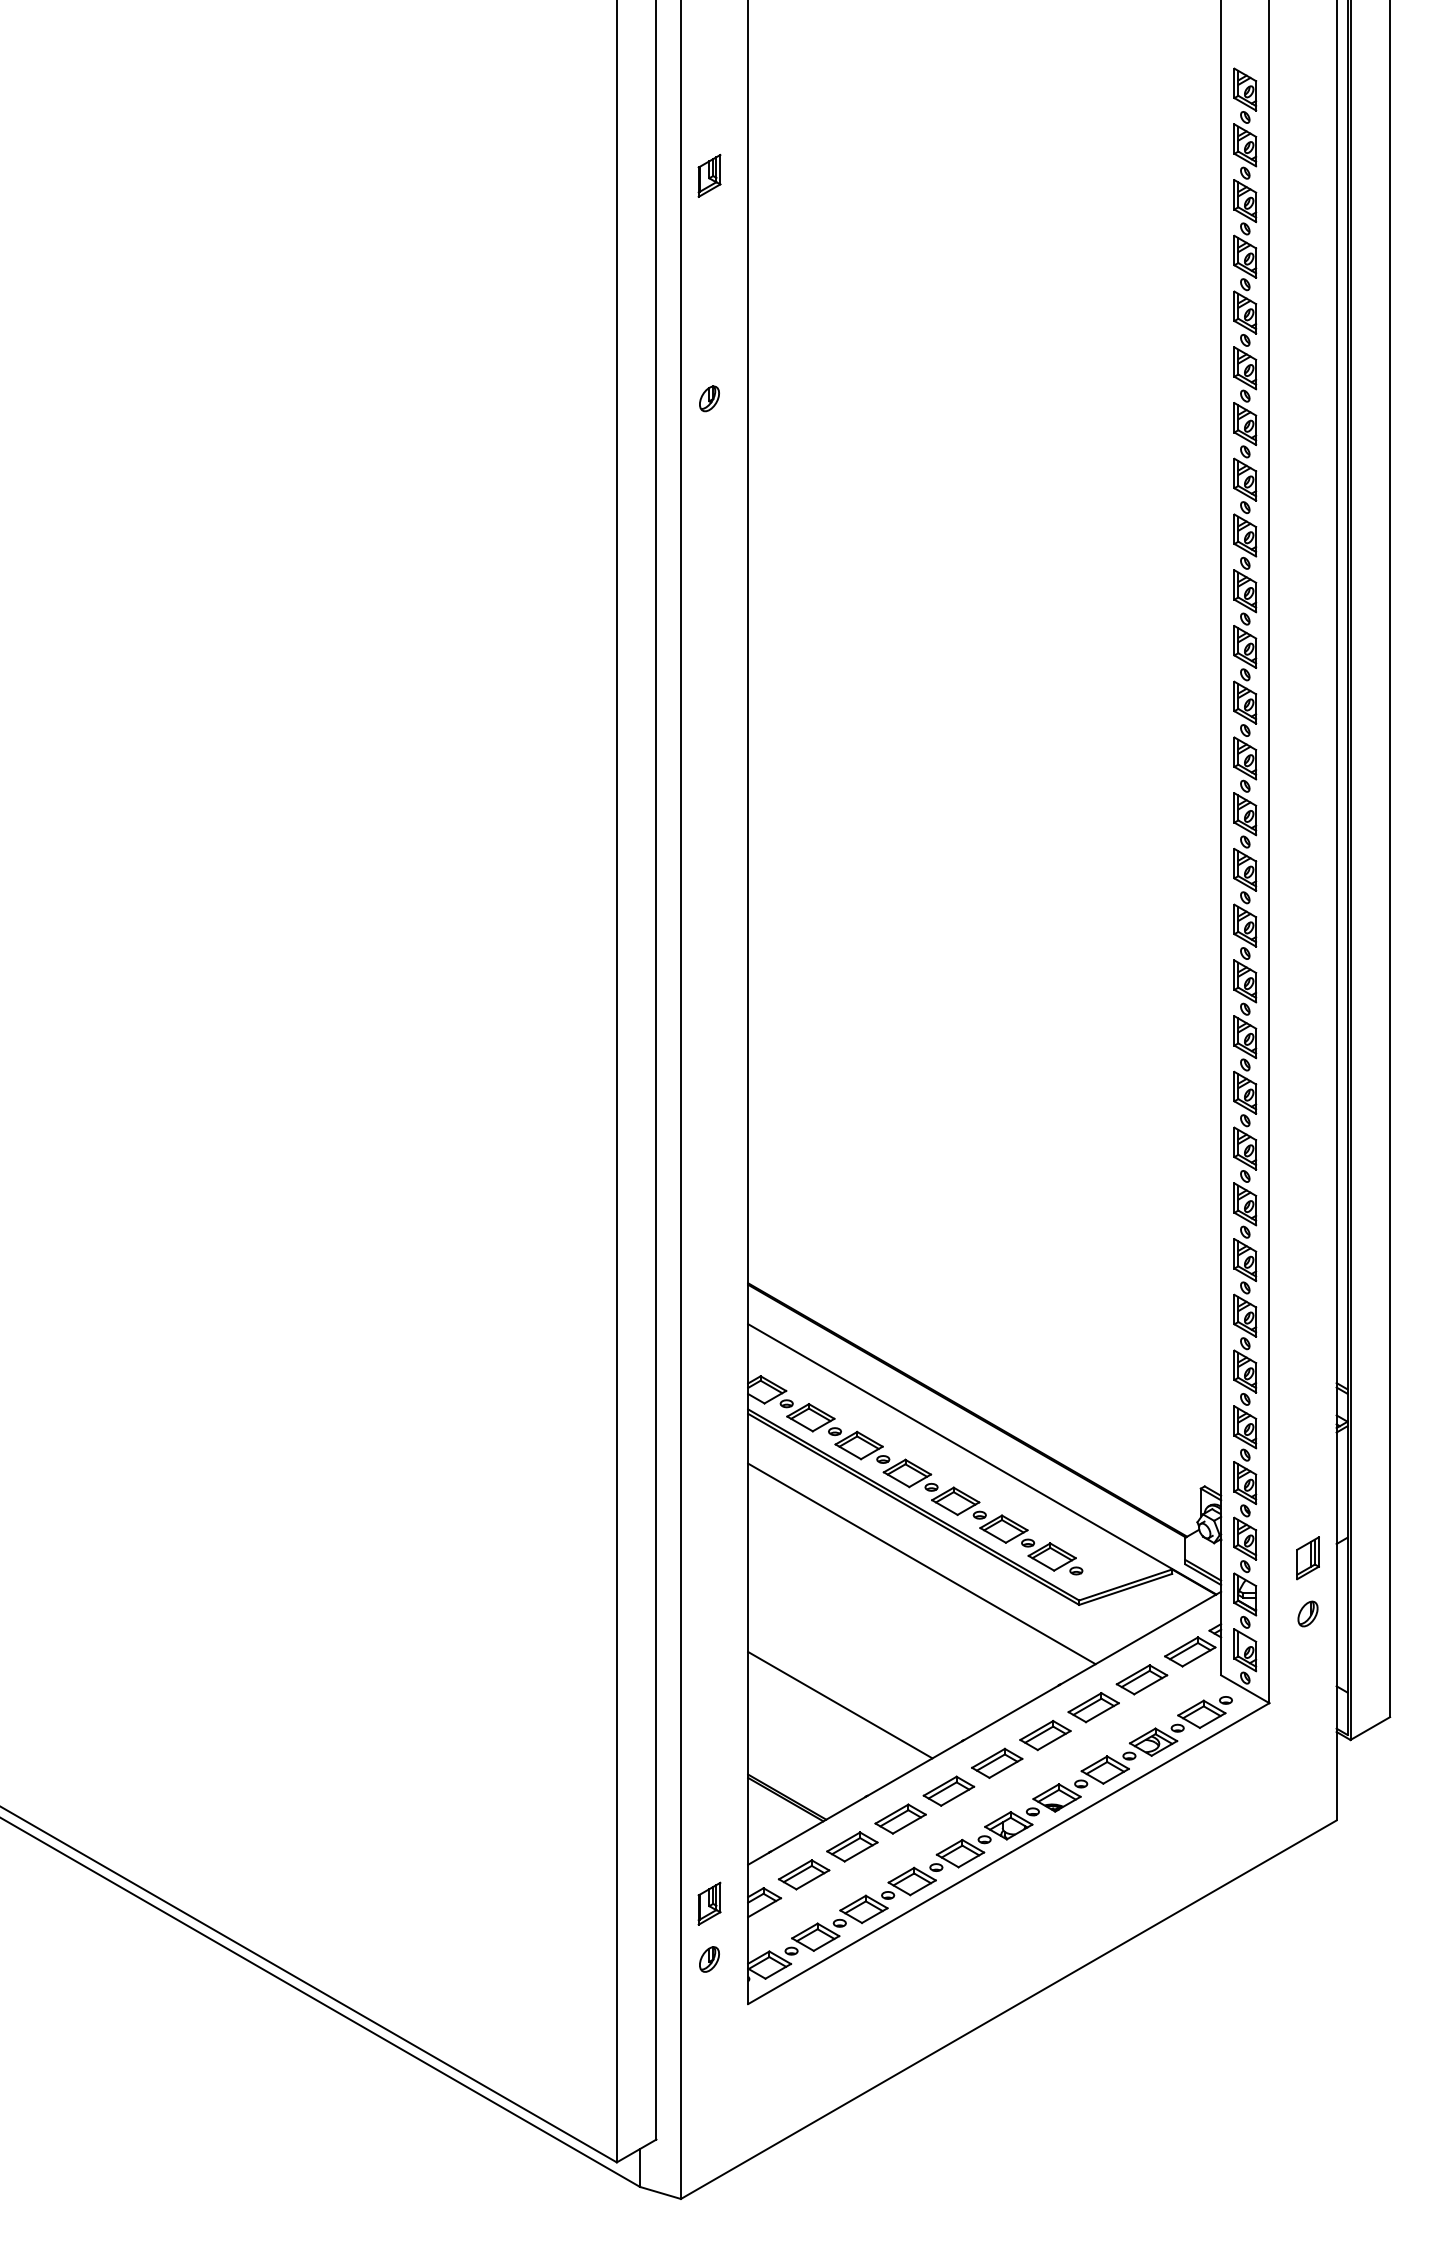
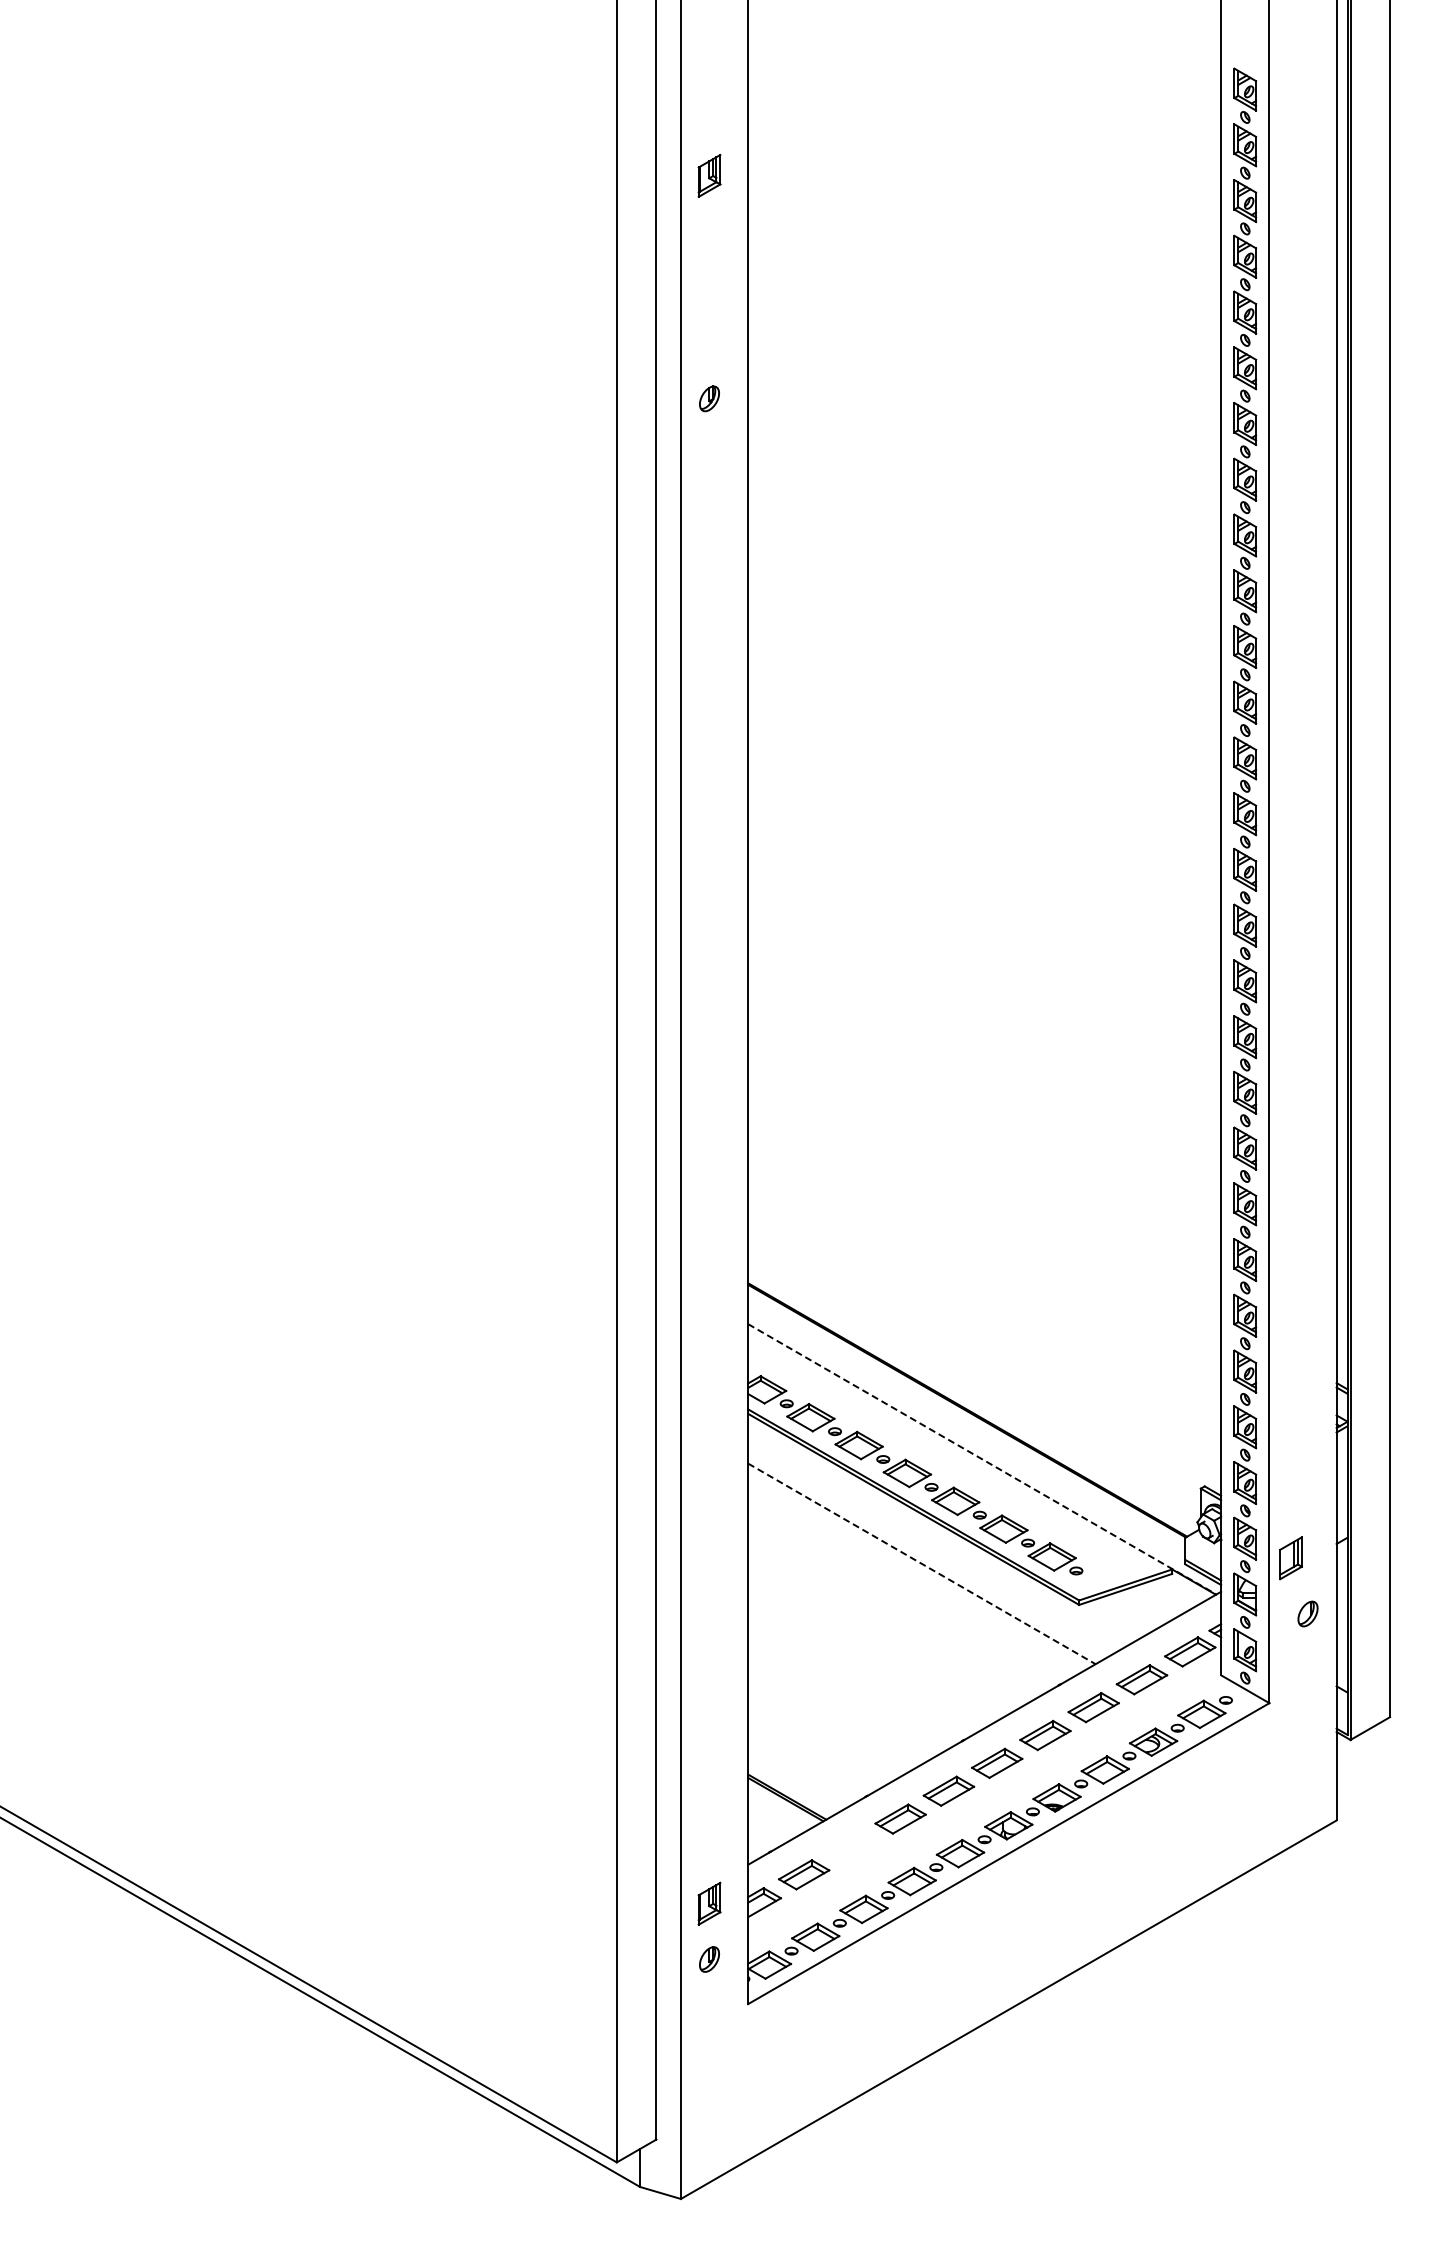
line at (982, 1459): solid -> dashed
part at (1307, 1558) position: (1307, 1558) -> (1290, 1558)
line at (921, 1563): solid -> dashed
line at (840, 1704): present -> none
part at (852, 1846): present -> none
